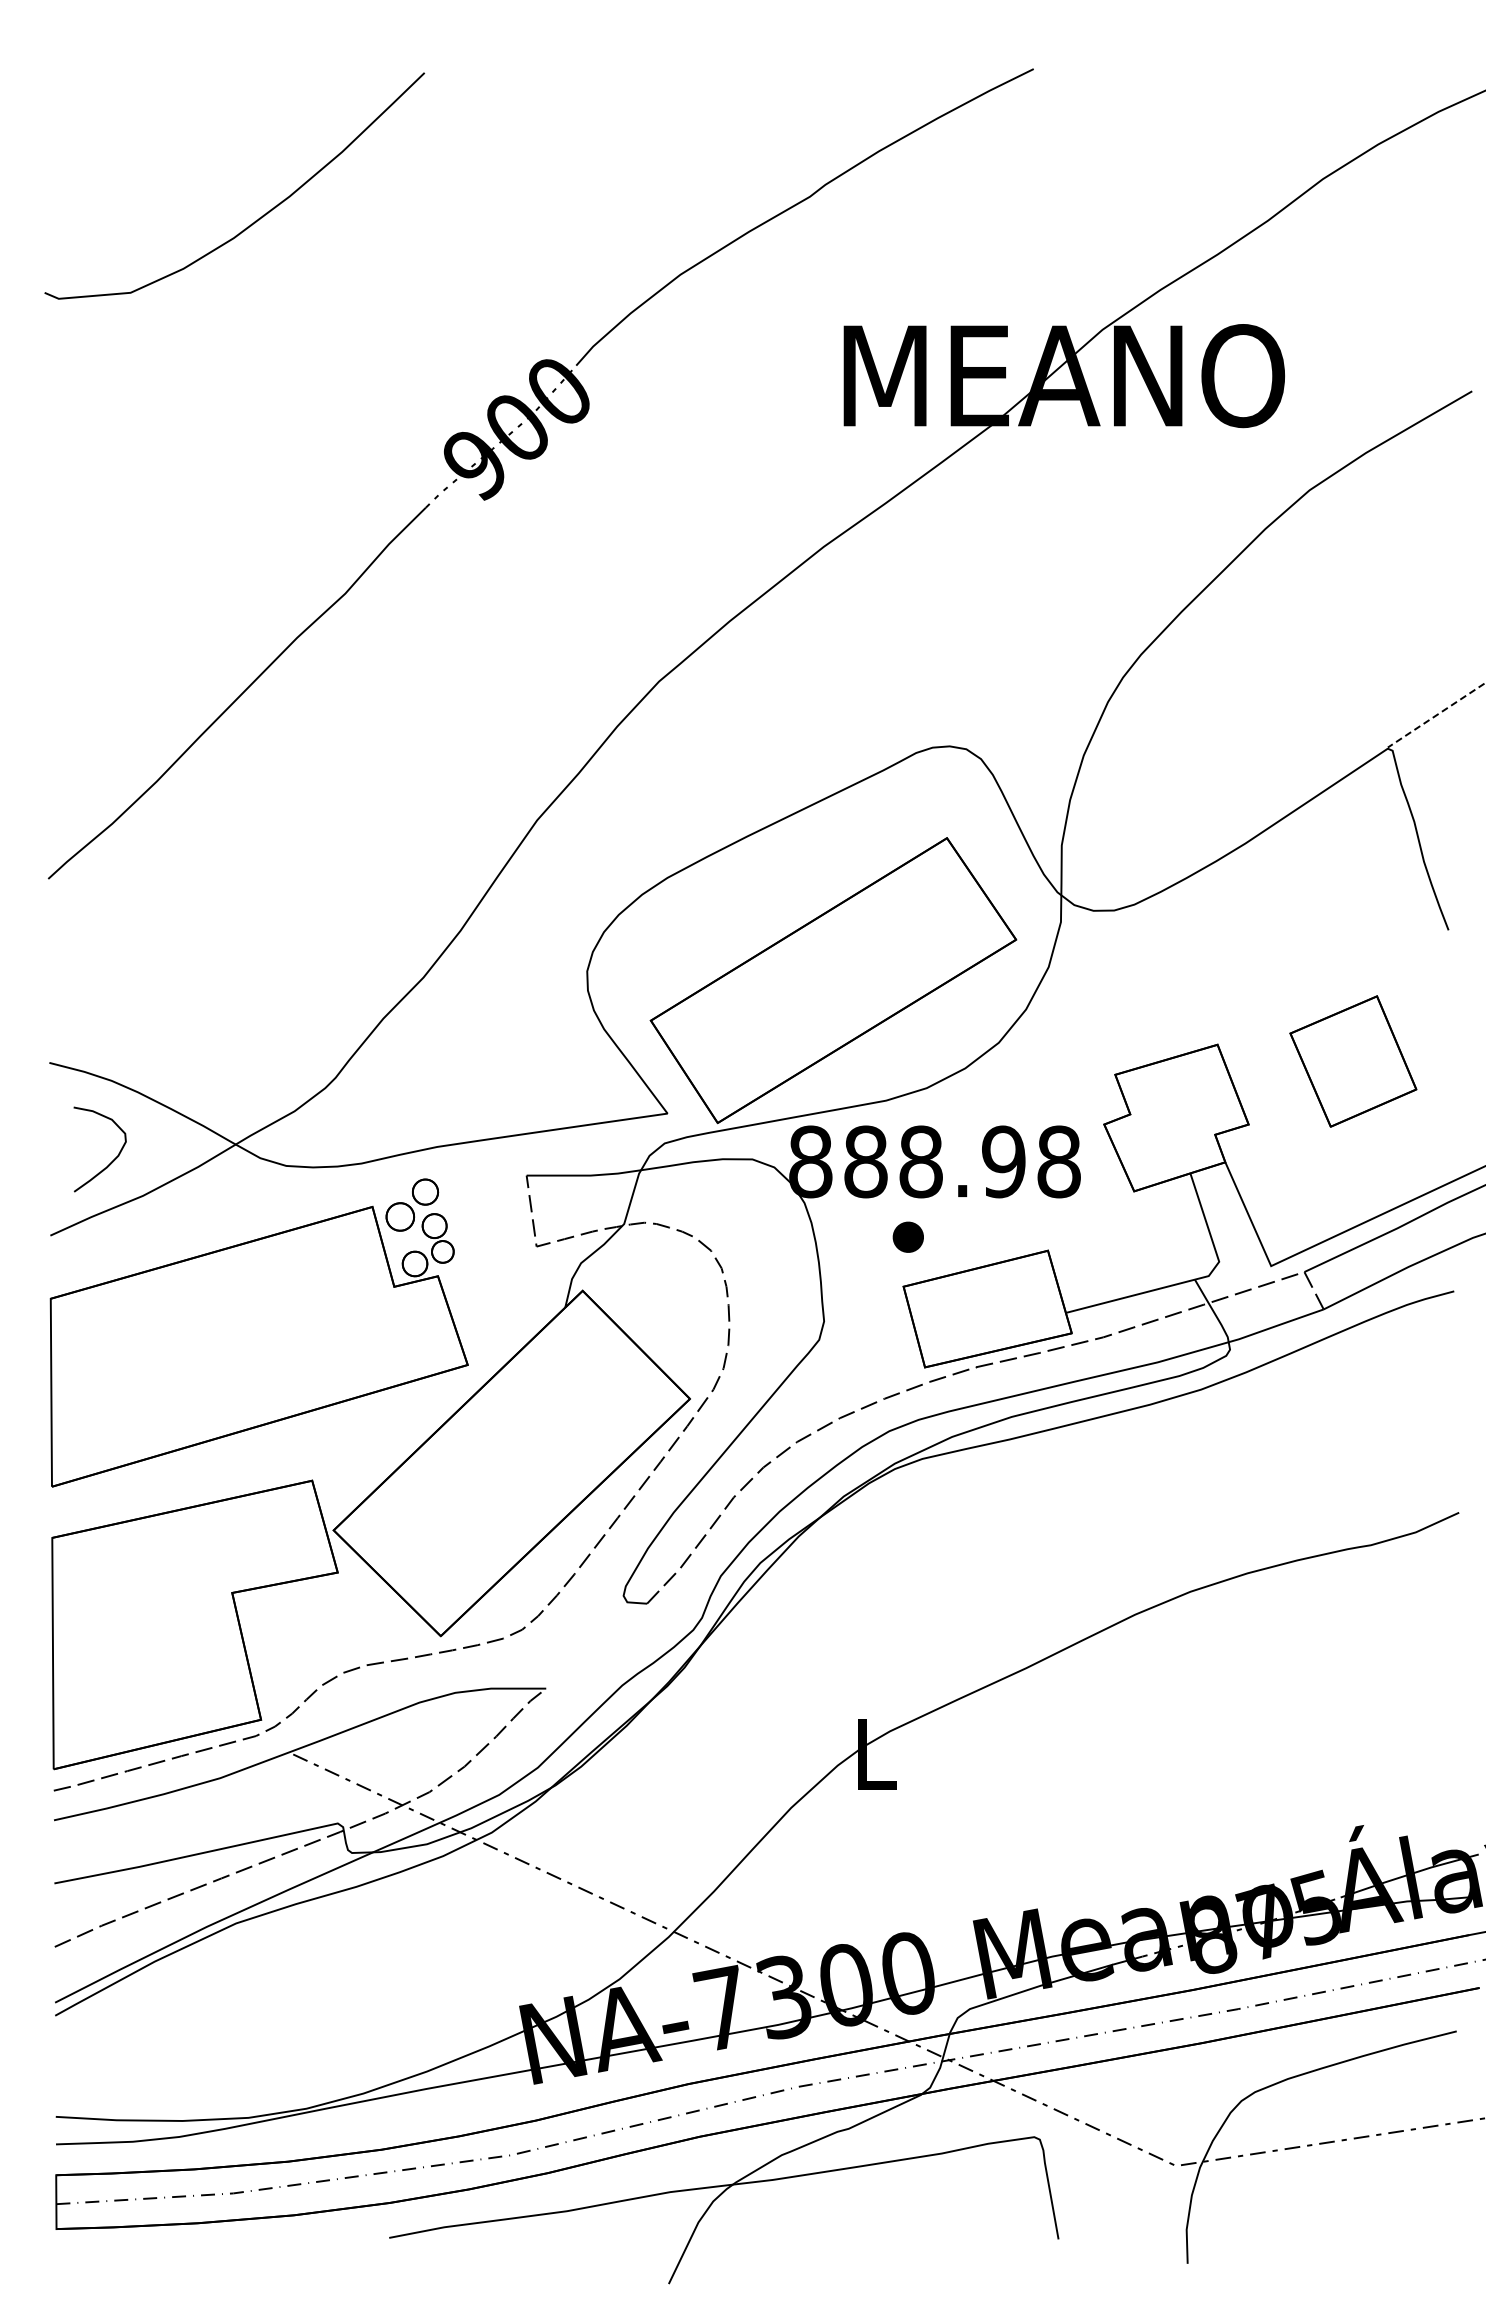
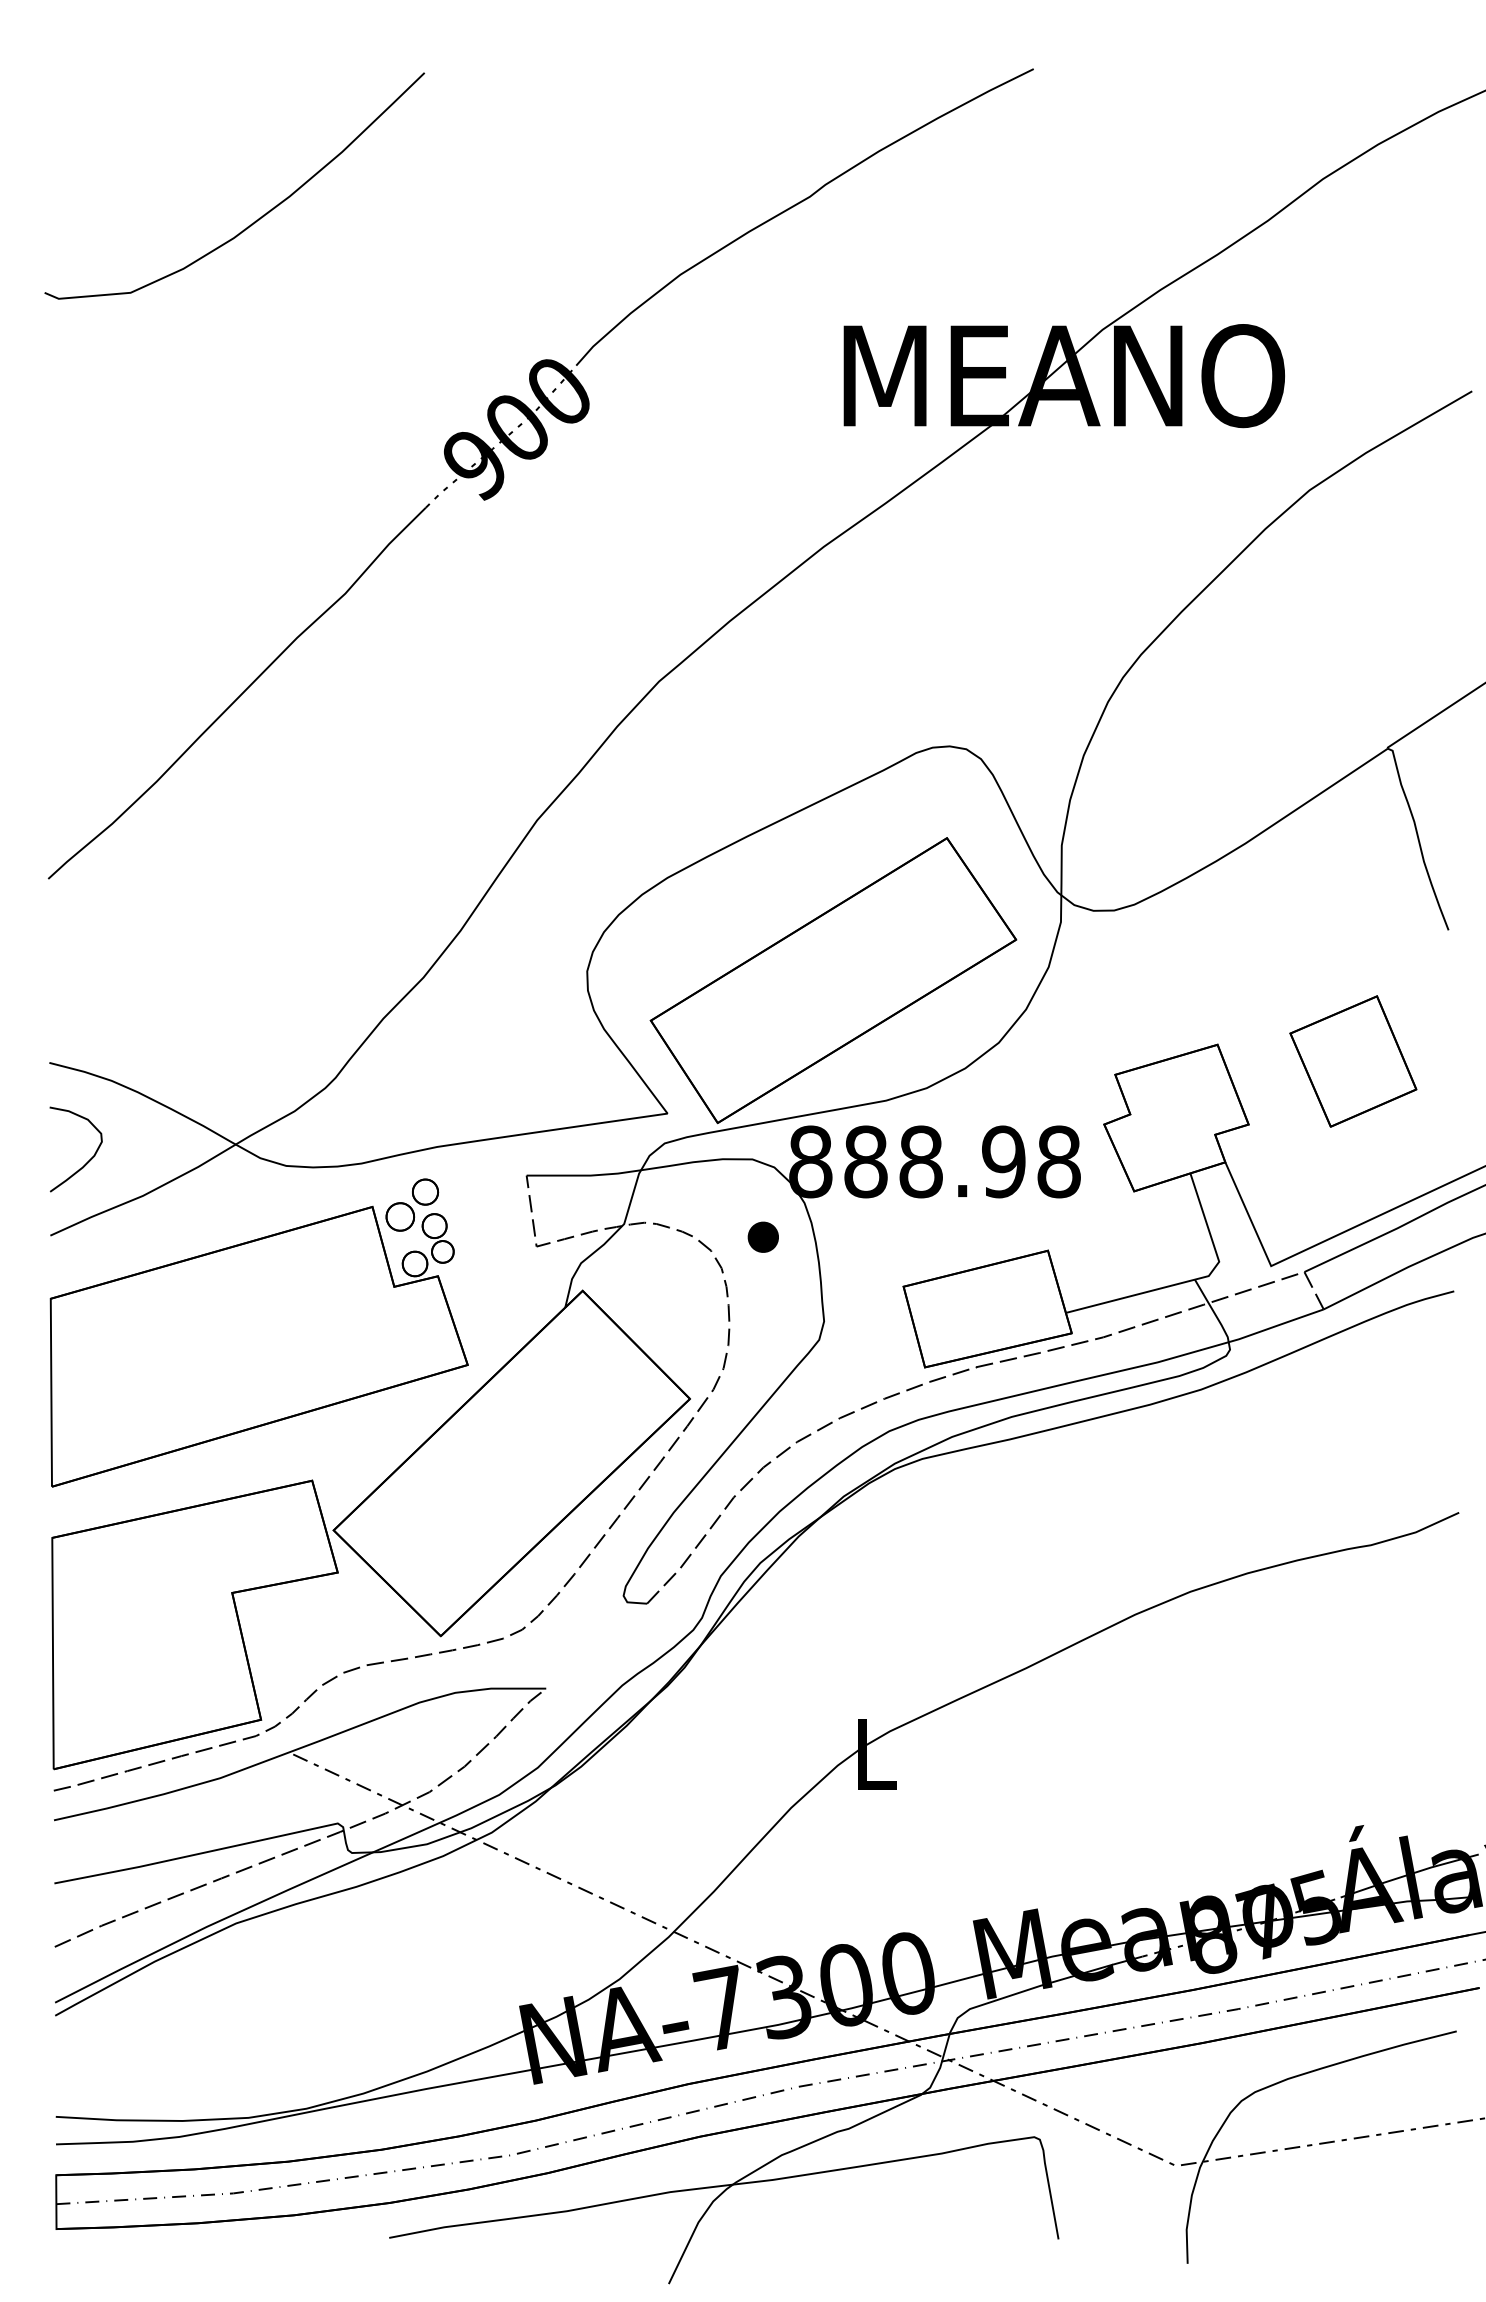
line at (1435, 716): dashed -> solid
curve at (111, 1161) position: (111, 1161) -> (87, 1161)
part at (907, 1236) position: (907, 1236) -> (762, 1236)
